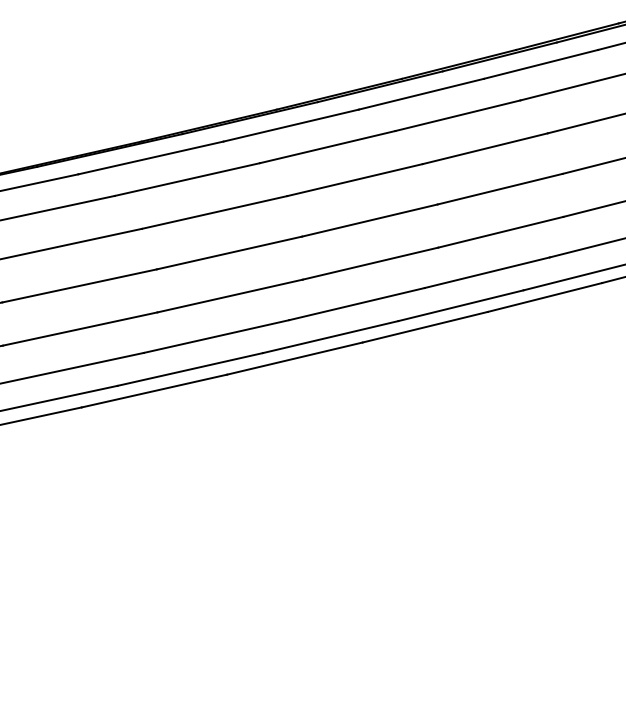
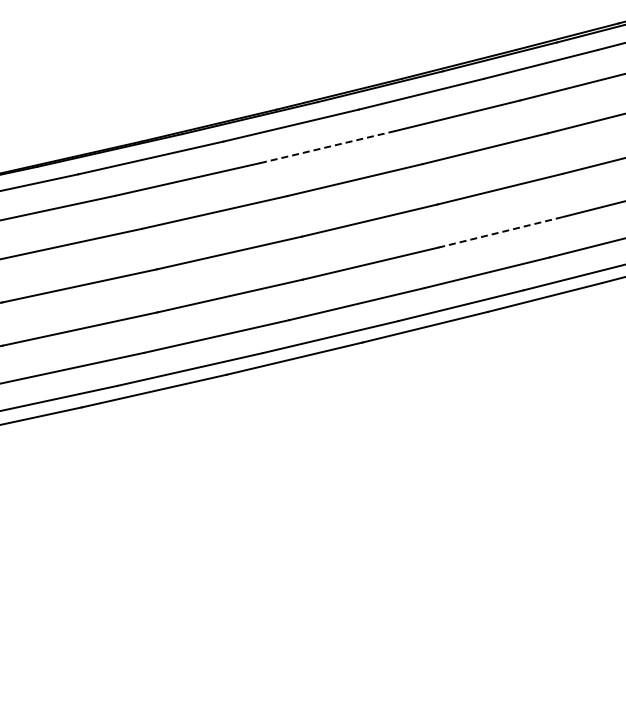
line at (327, 147): solid -> dashed
line at (501, 232): solid -> dashed
